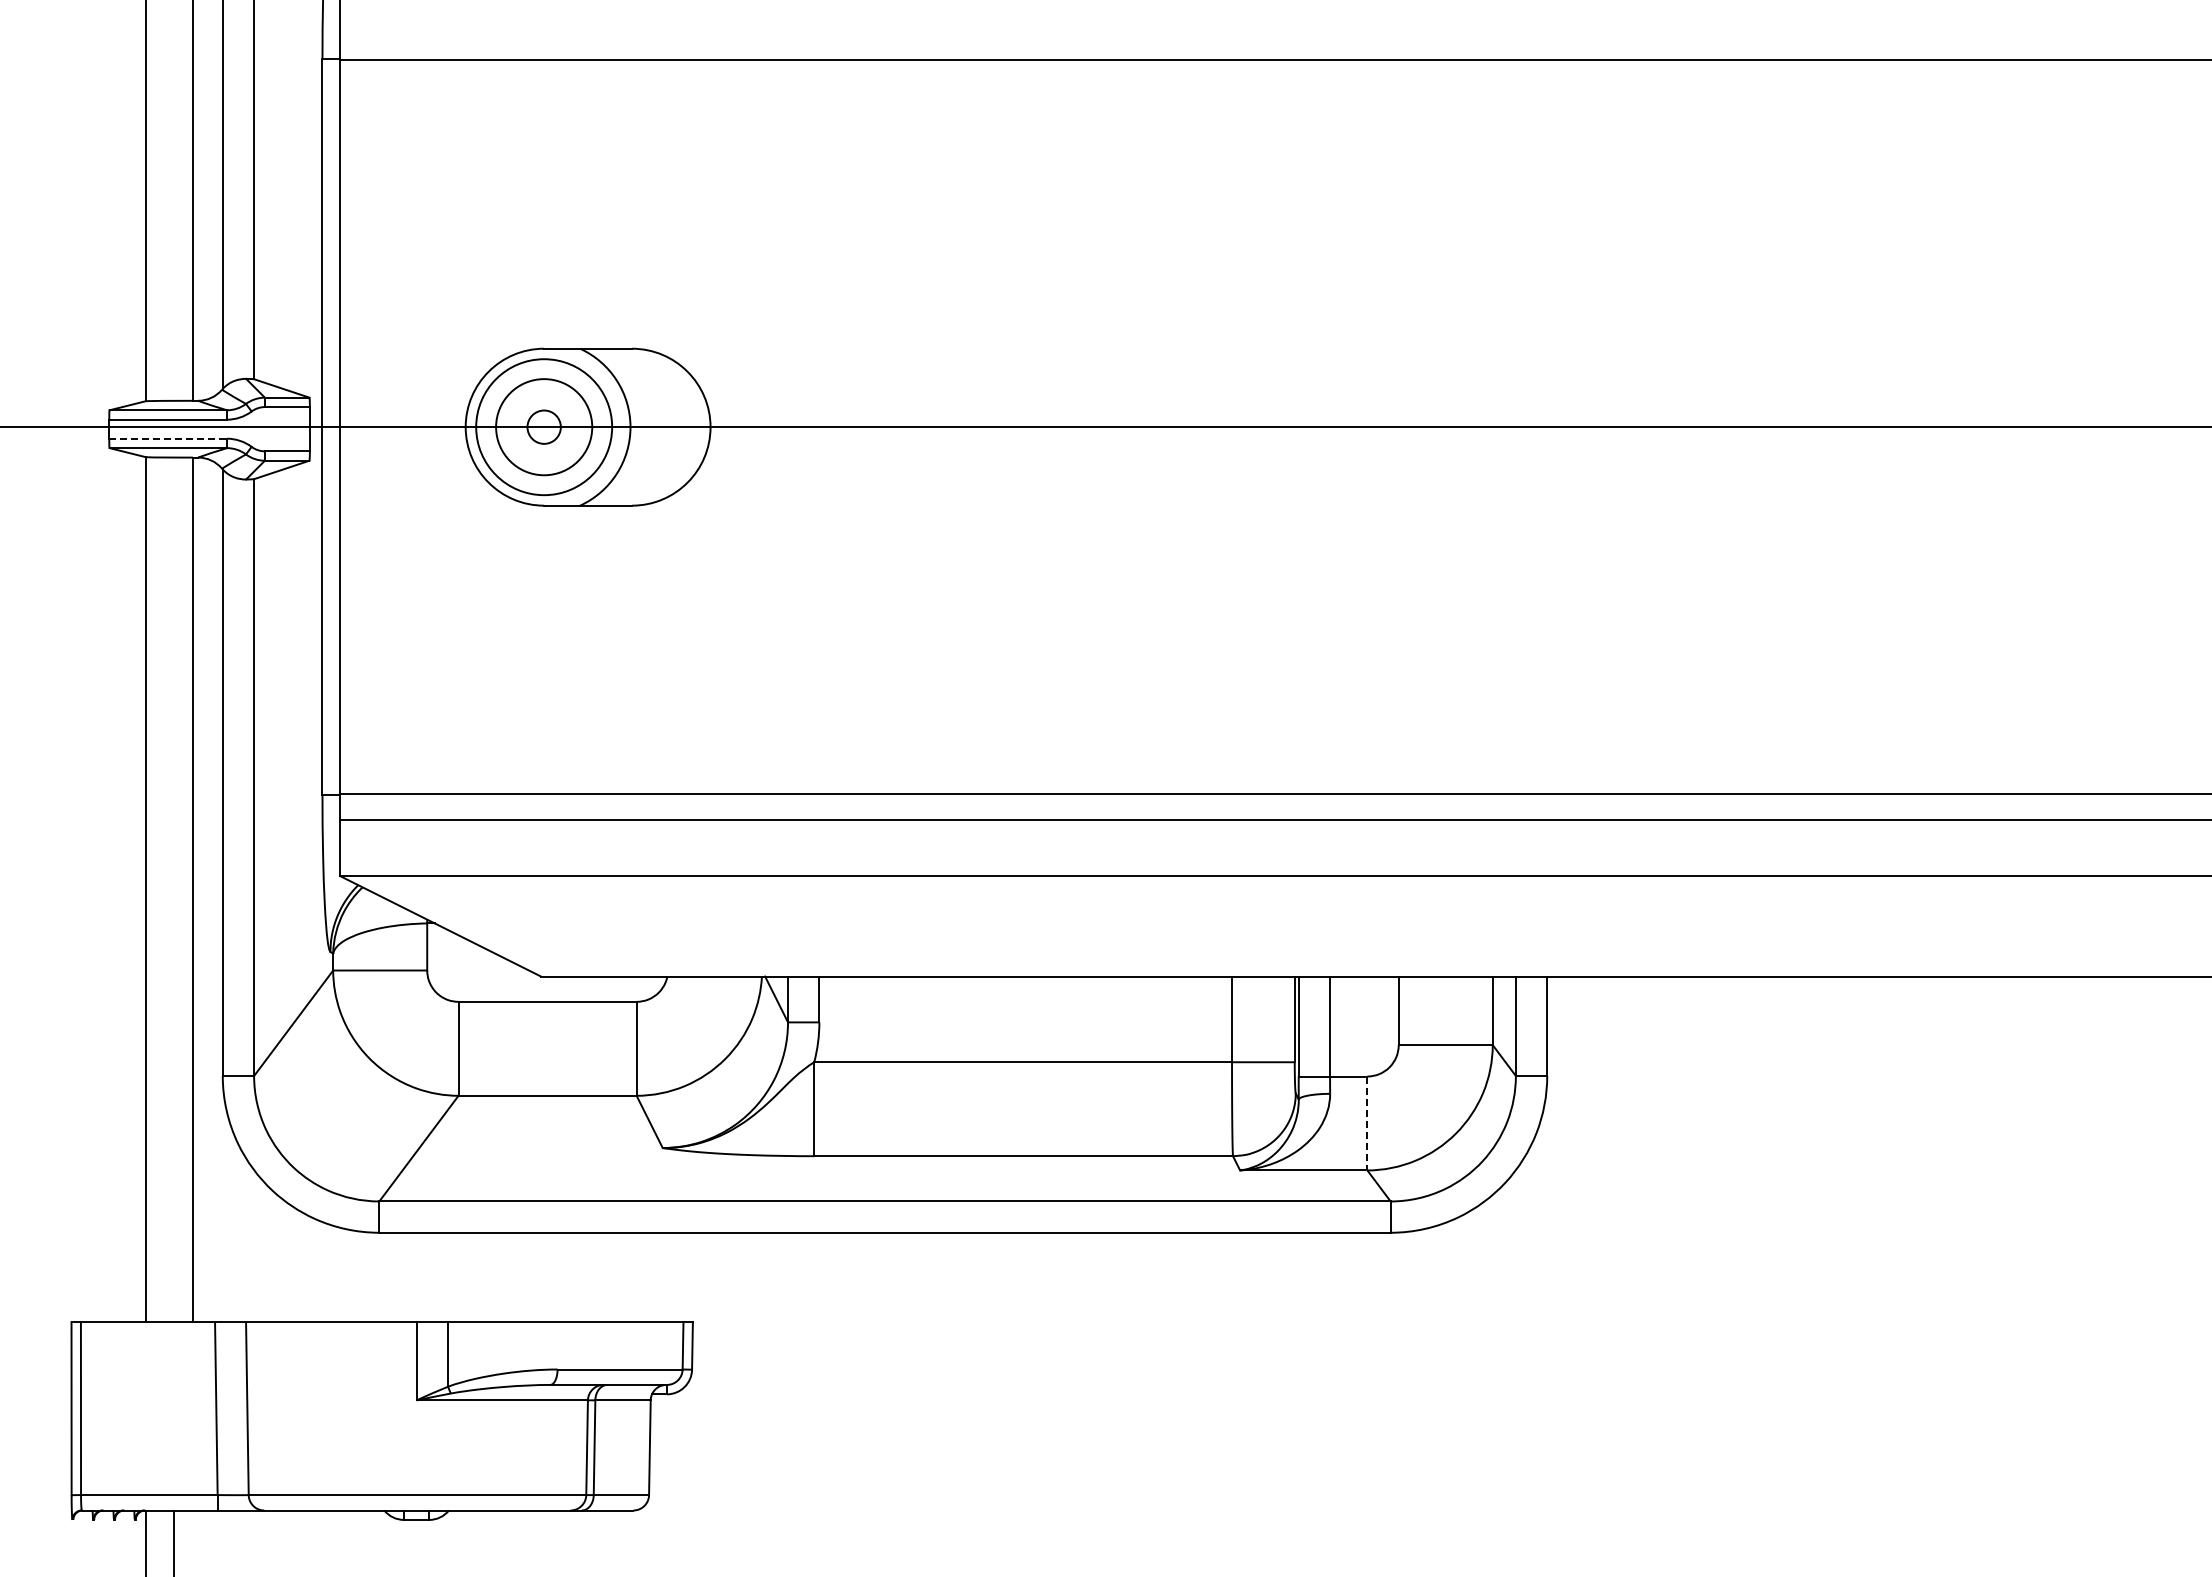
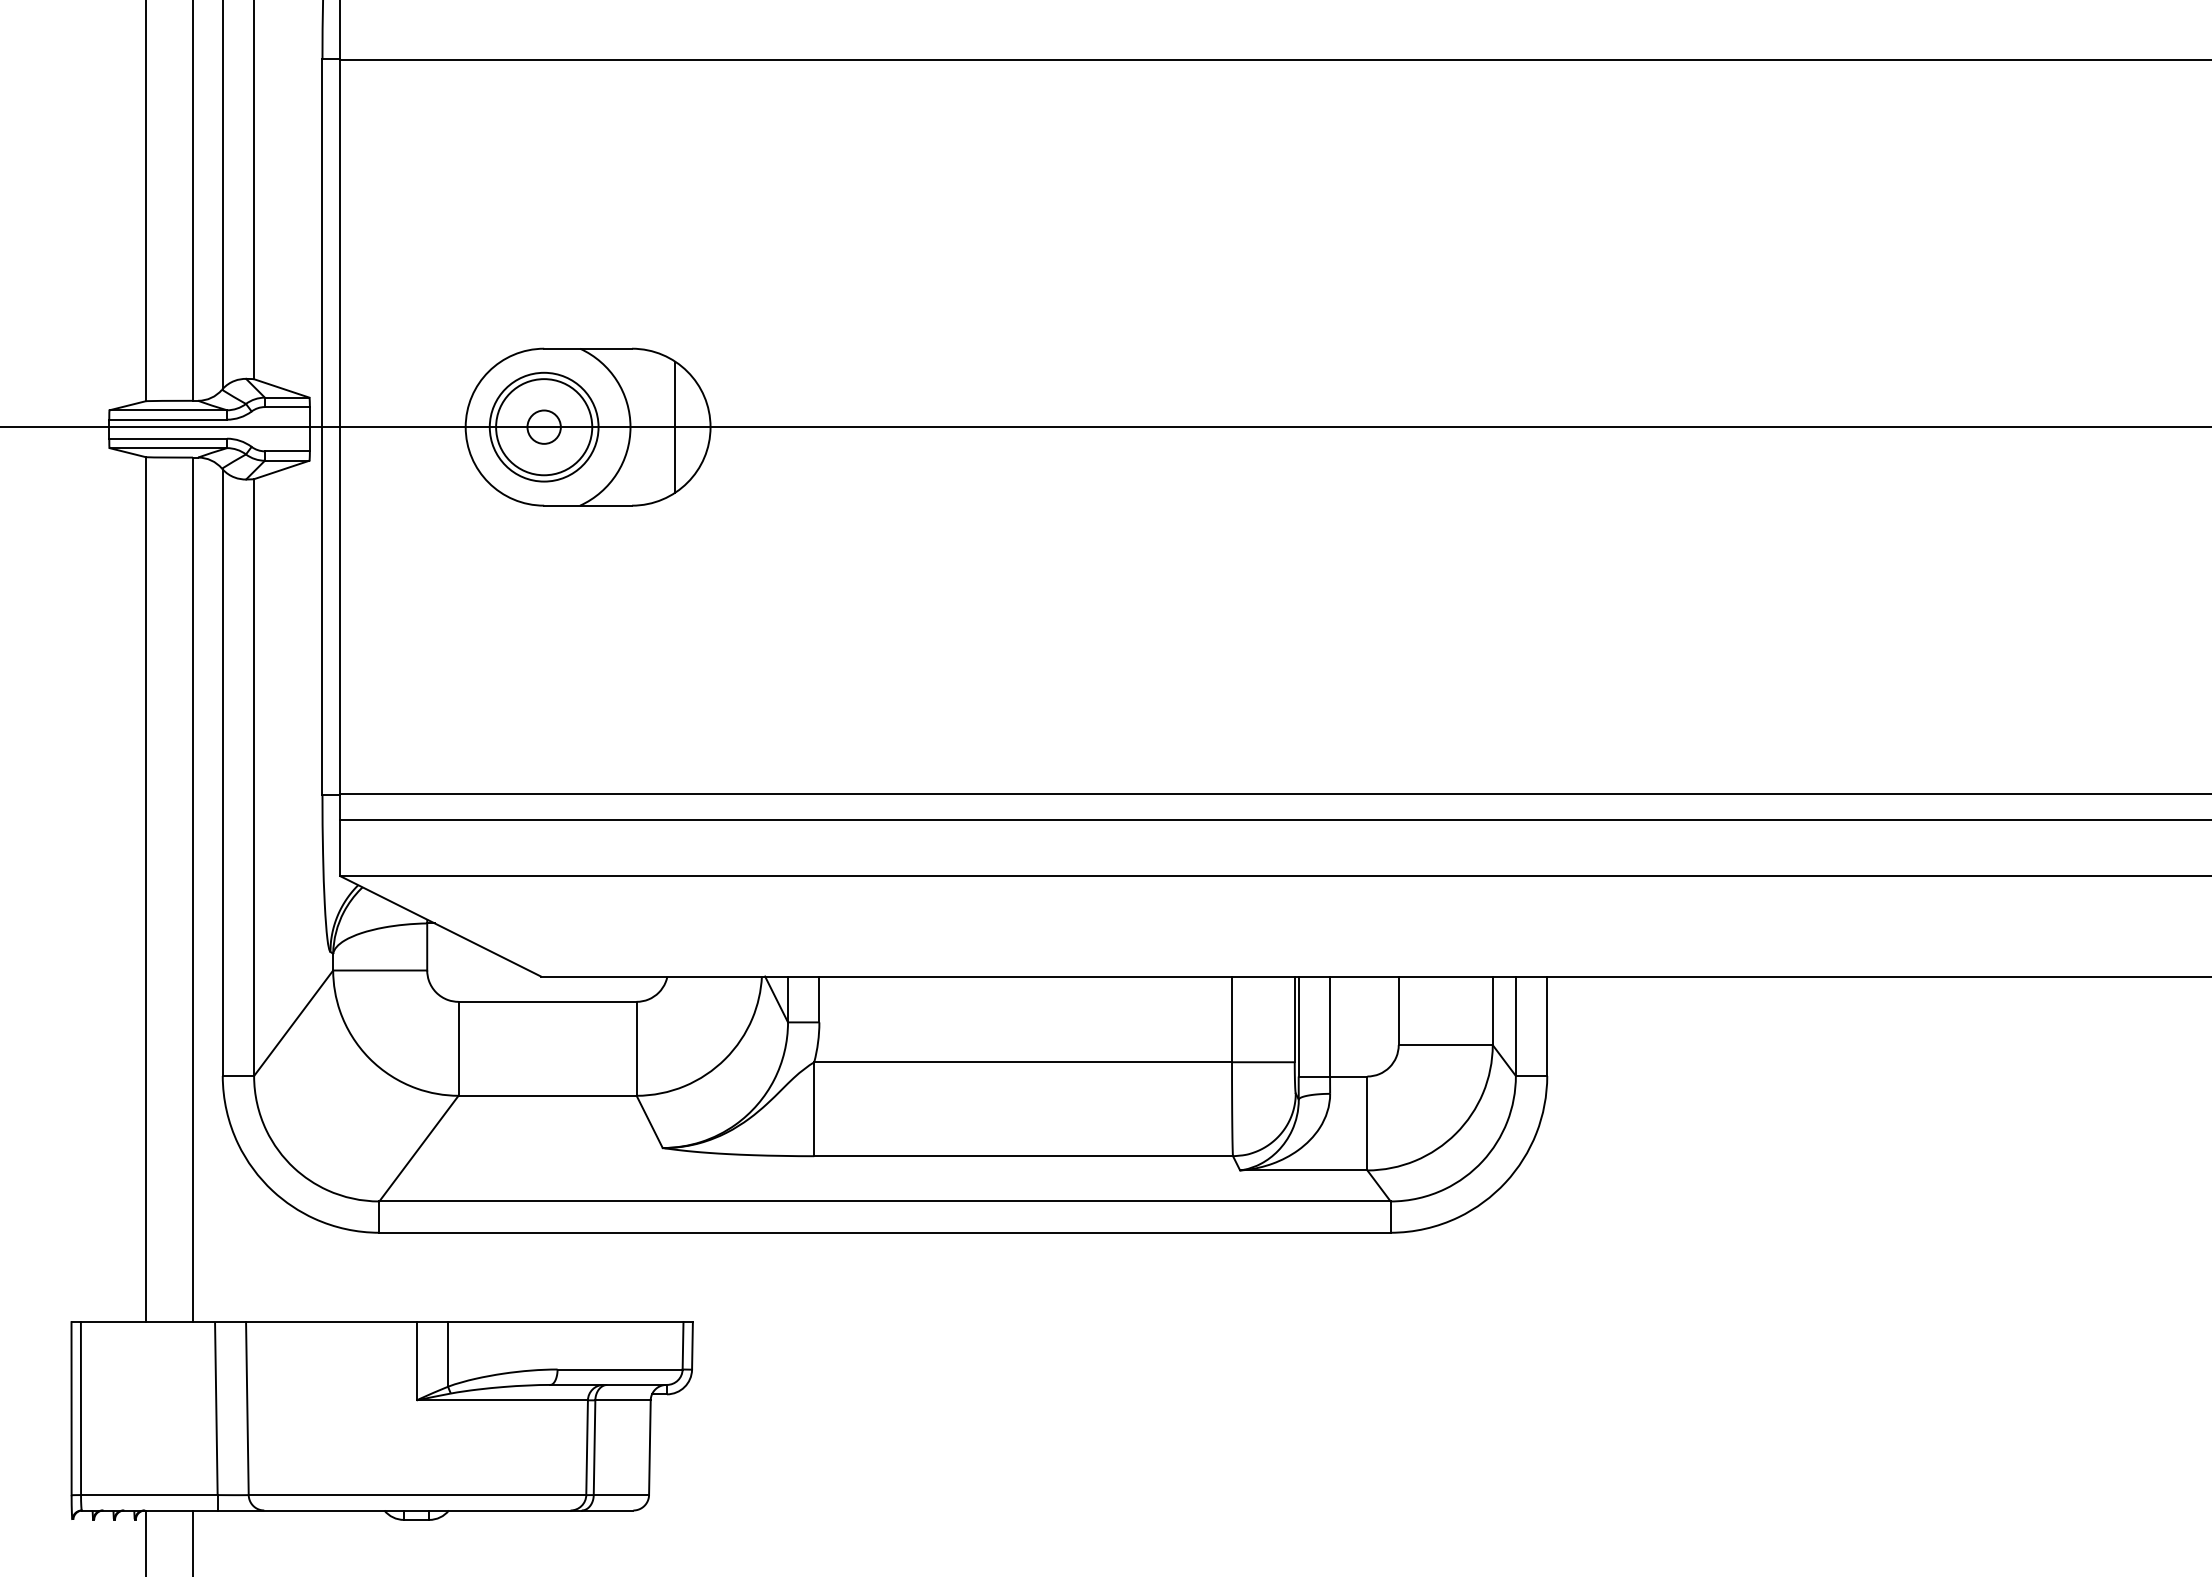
line at (675, 426): none -> present
circle at (544, 427) diameter: 136 px -> 109 px
line at (168, 438): dashed -> solid
line at (1367, 1123): dashed -> solid
line at (173, 1541) position: (173, 1541) -> (192, 1541)
